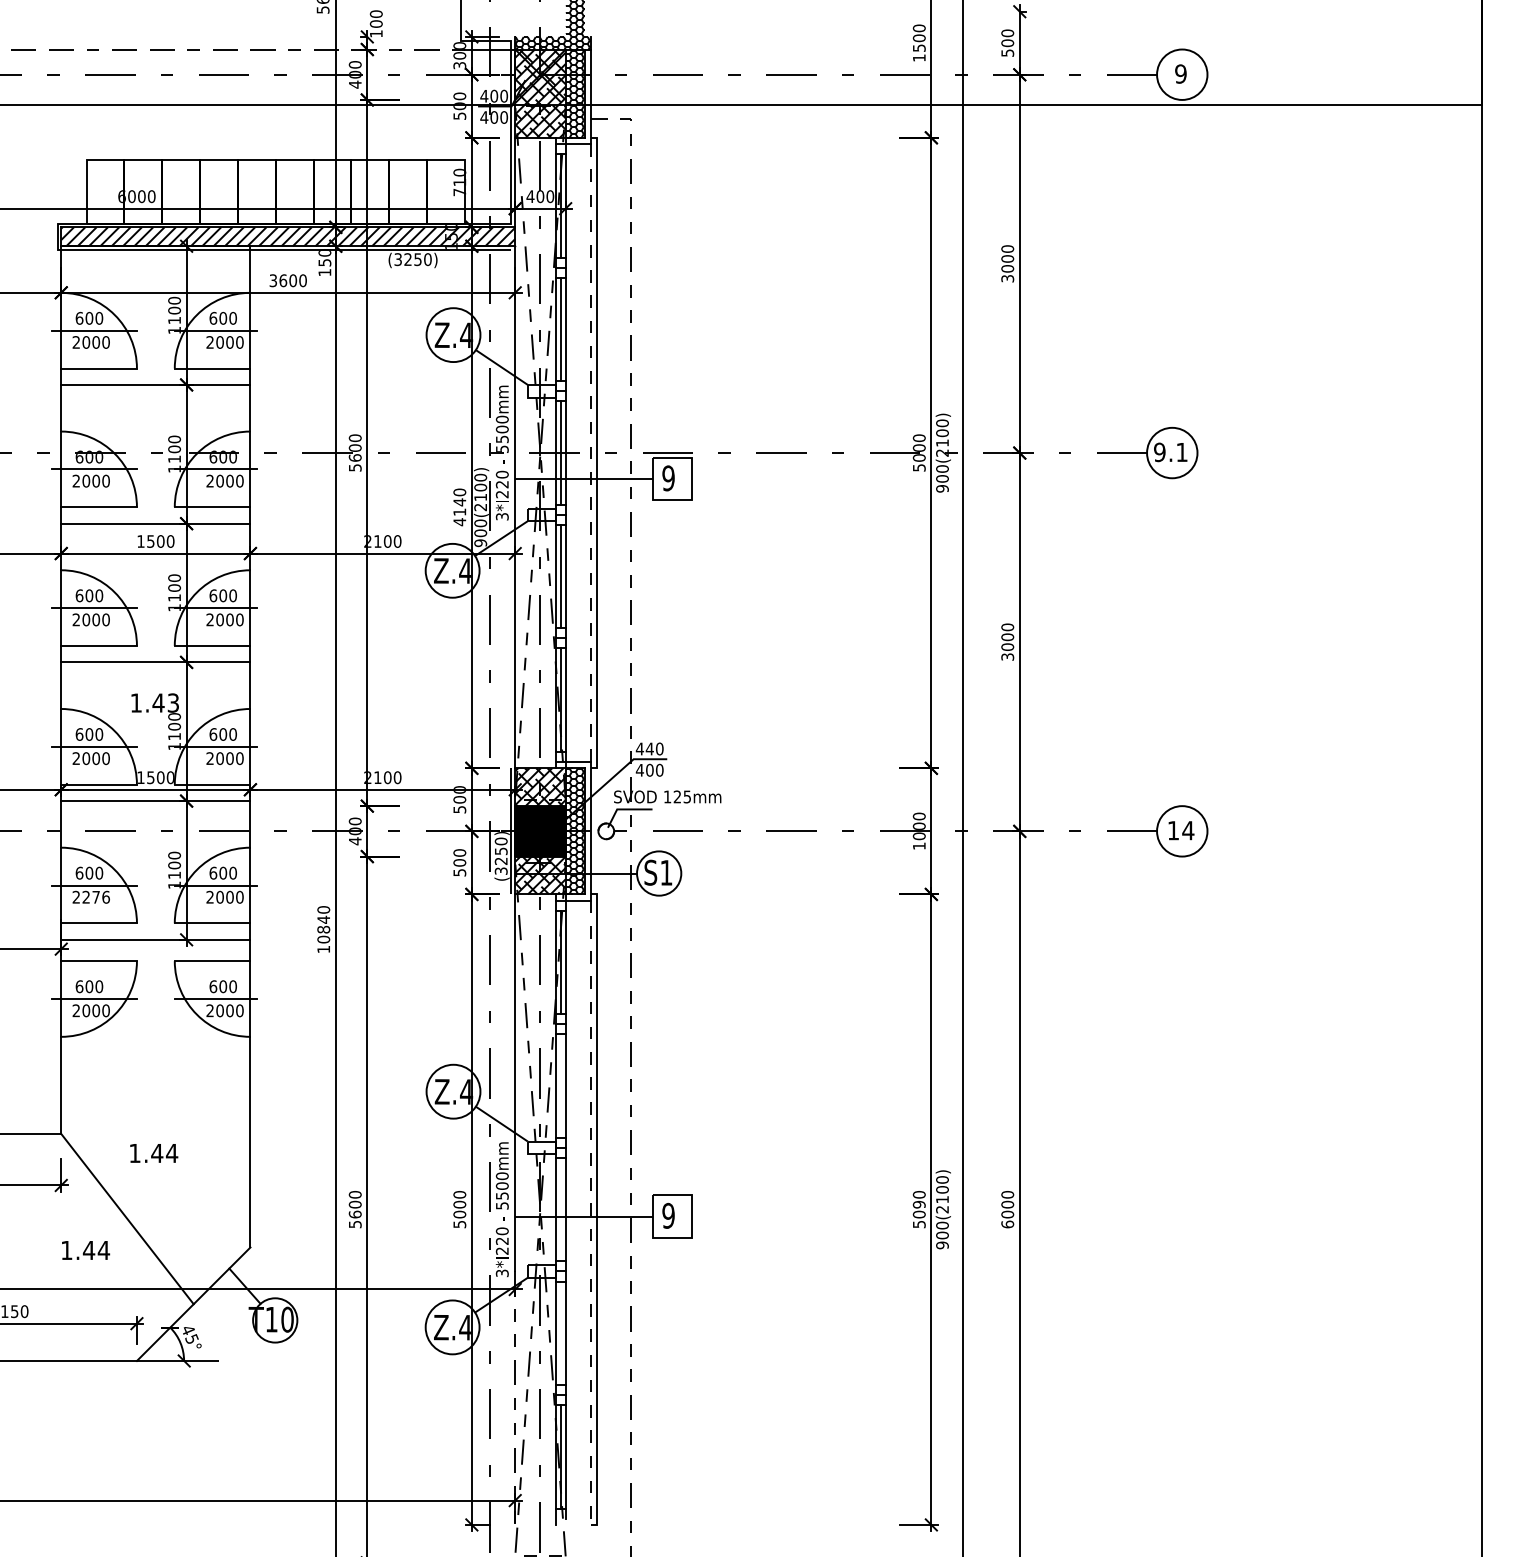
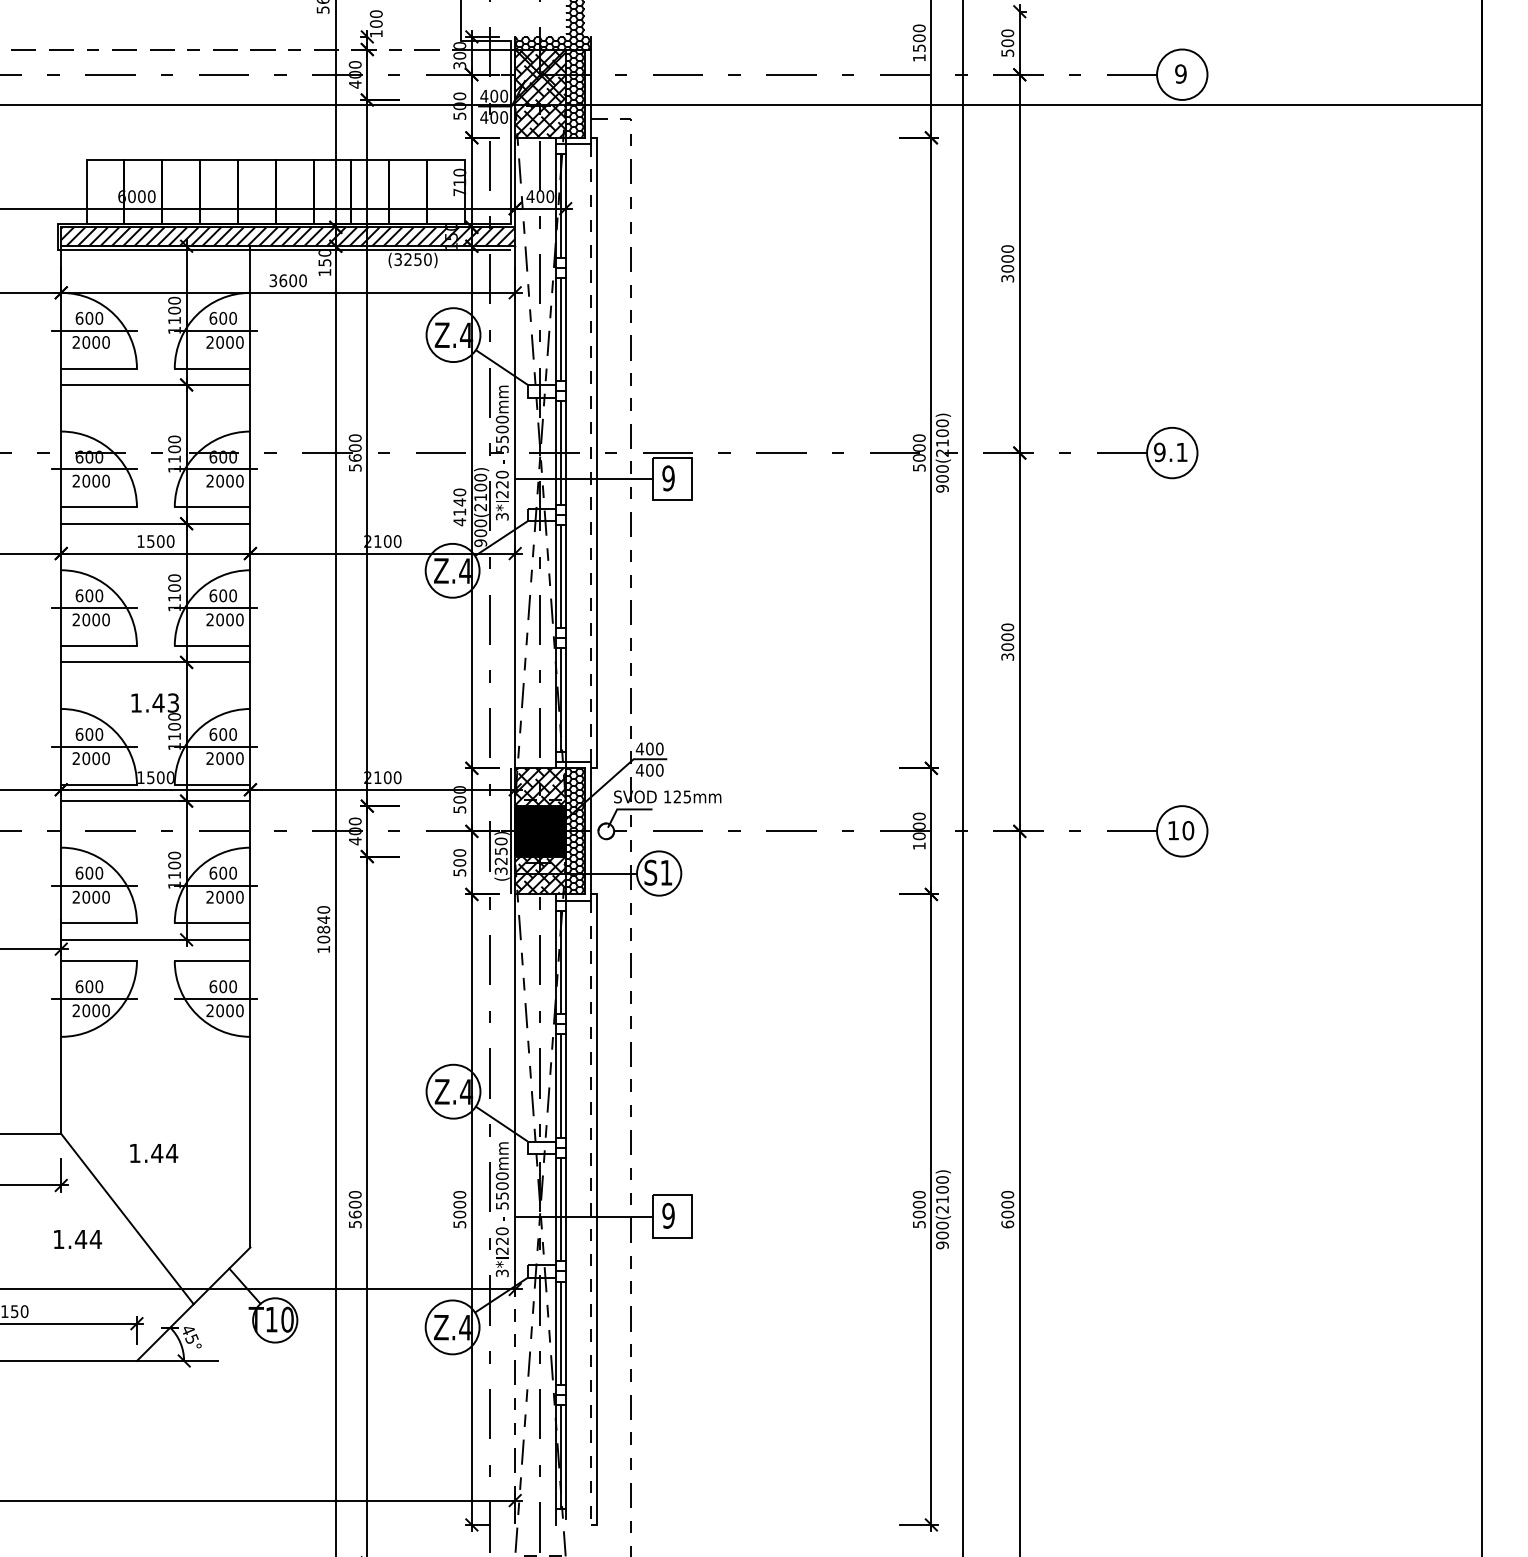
text at (649, 748): 440 -> 400
text at (1188, 830): 14 -> 10
text at (95, 896): 2276 -> 2000
line at (560, 1085): none -> present
text at (919, 1204): 5090 -> 5000
line at (560, 1209): none -> present
text at (86, 1250) position: (86, 1250) -> (78, 1239)
line at (560, 1332): none -> present
